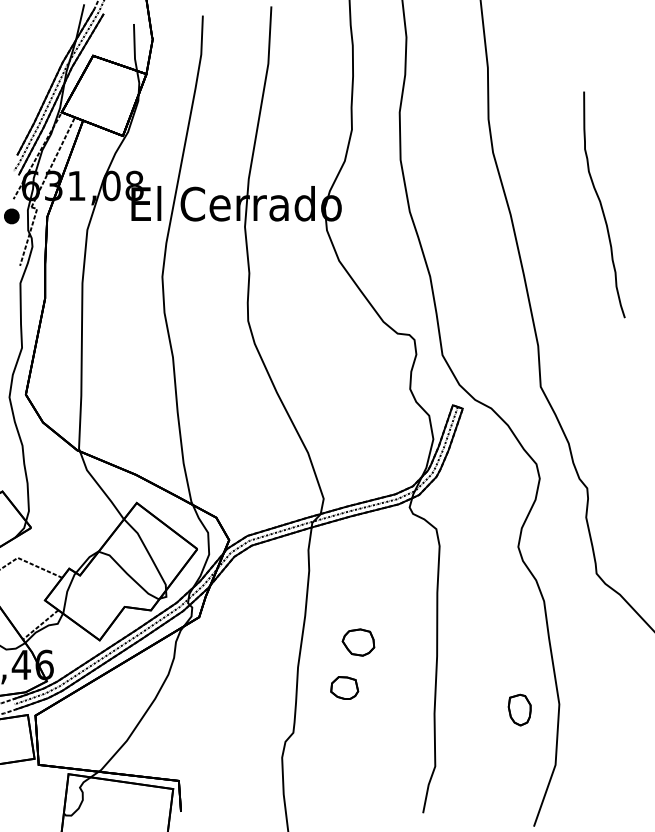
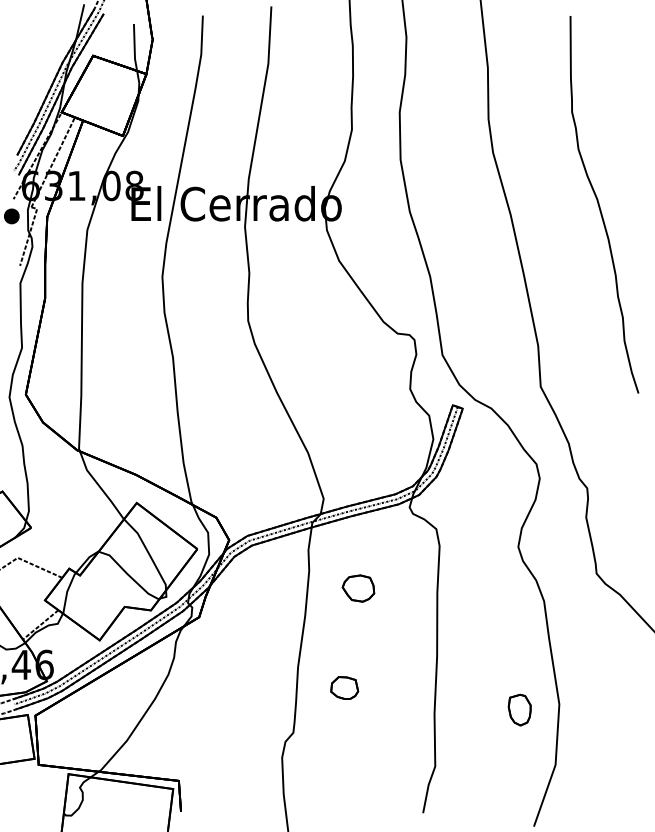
part at (604, 204) size: 43x228 px -> 71x378 px
part at (358, 642) position: (358, 642) -> (358, 588)
